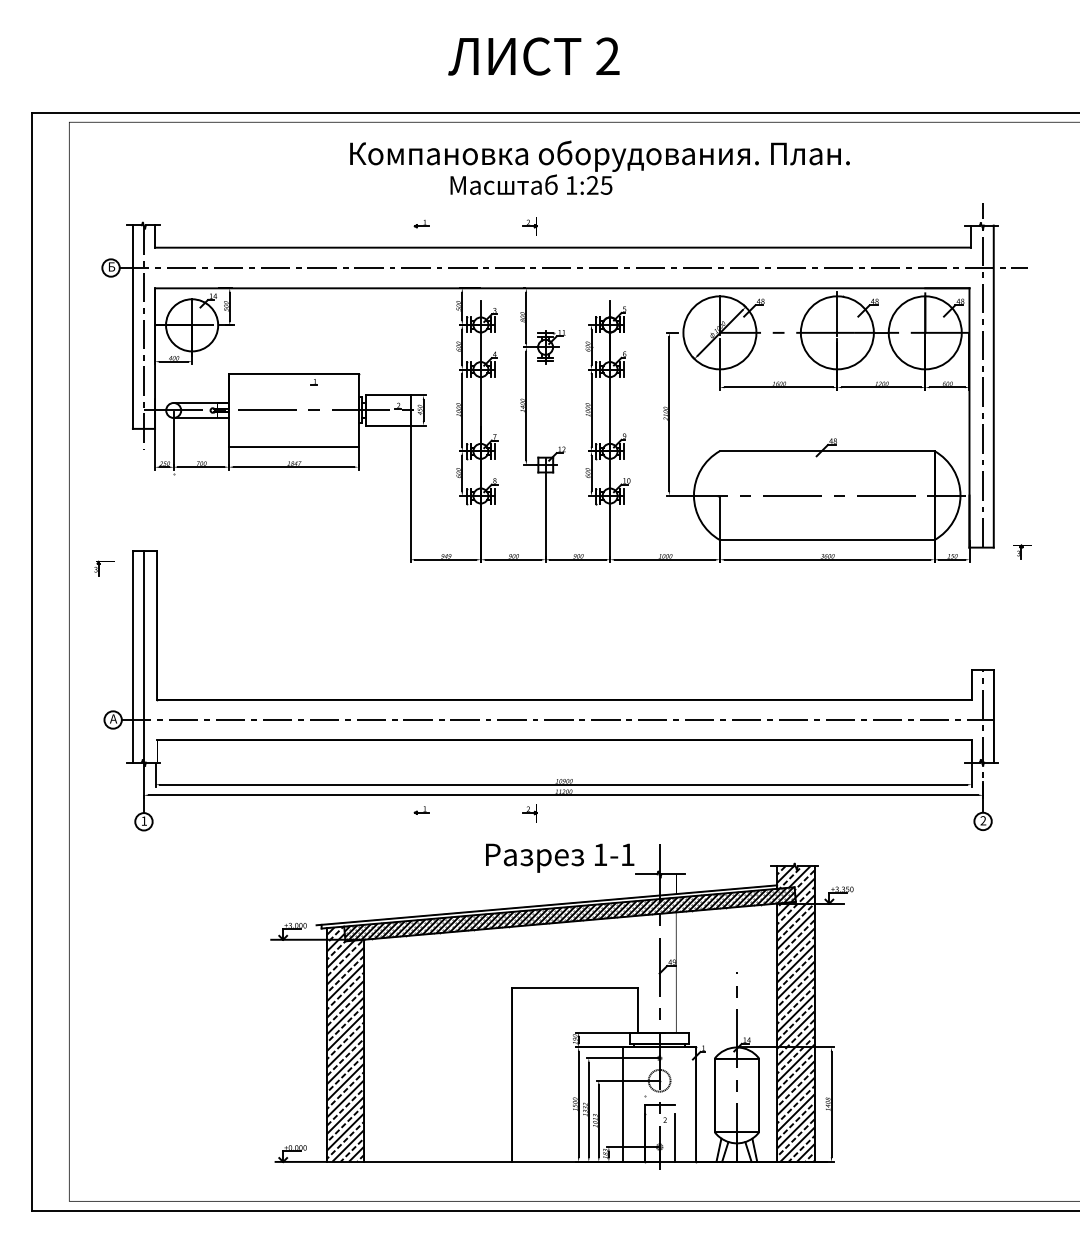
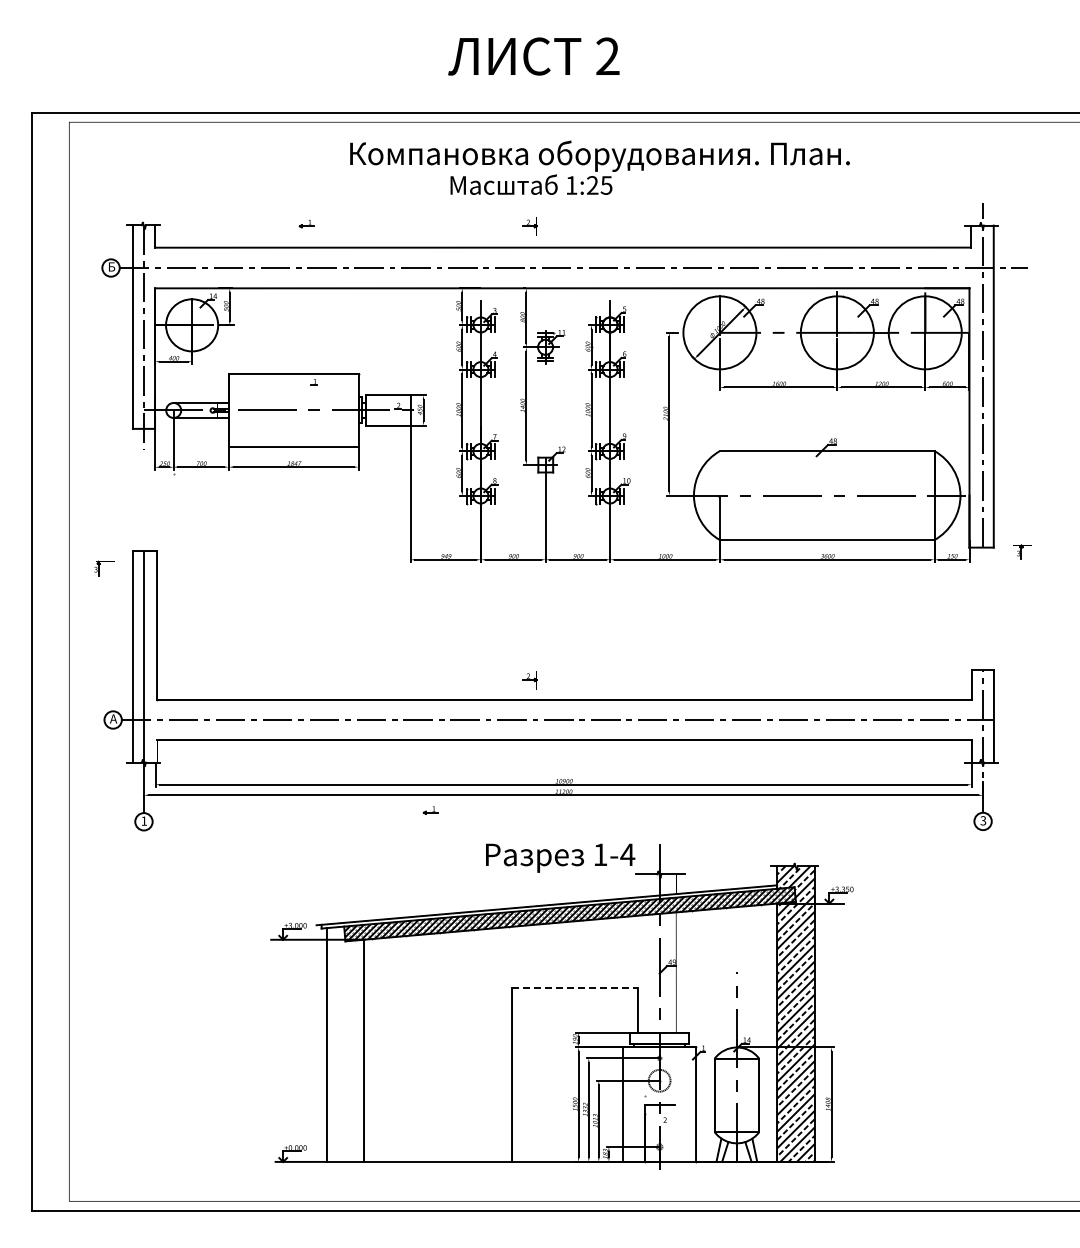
part at (421, 224) position: (421, 224) -> (306, 224)
part at (421, 810) position: (421, 810) -> (430, 810)
part at (529, 813) position: (529, 813) -> (529, 680)
text at (983, 821): 2 -> 3
text at (627, 854): 1-1 -> 1-4
line at (574, 988): solid -> dashed
hatch at (345, 1043): present -> none
line at (674, 1137): present -> none
